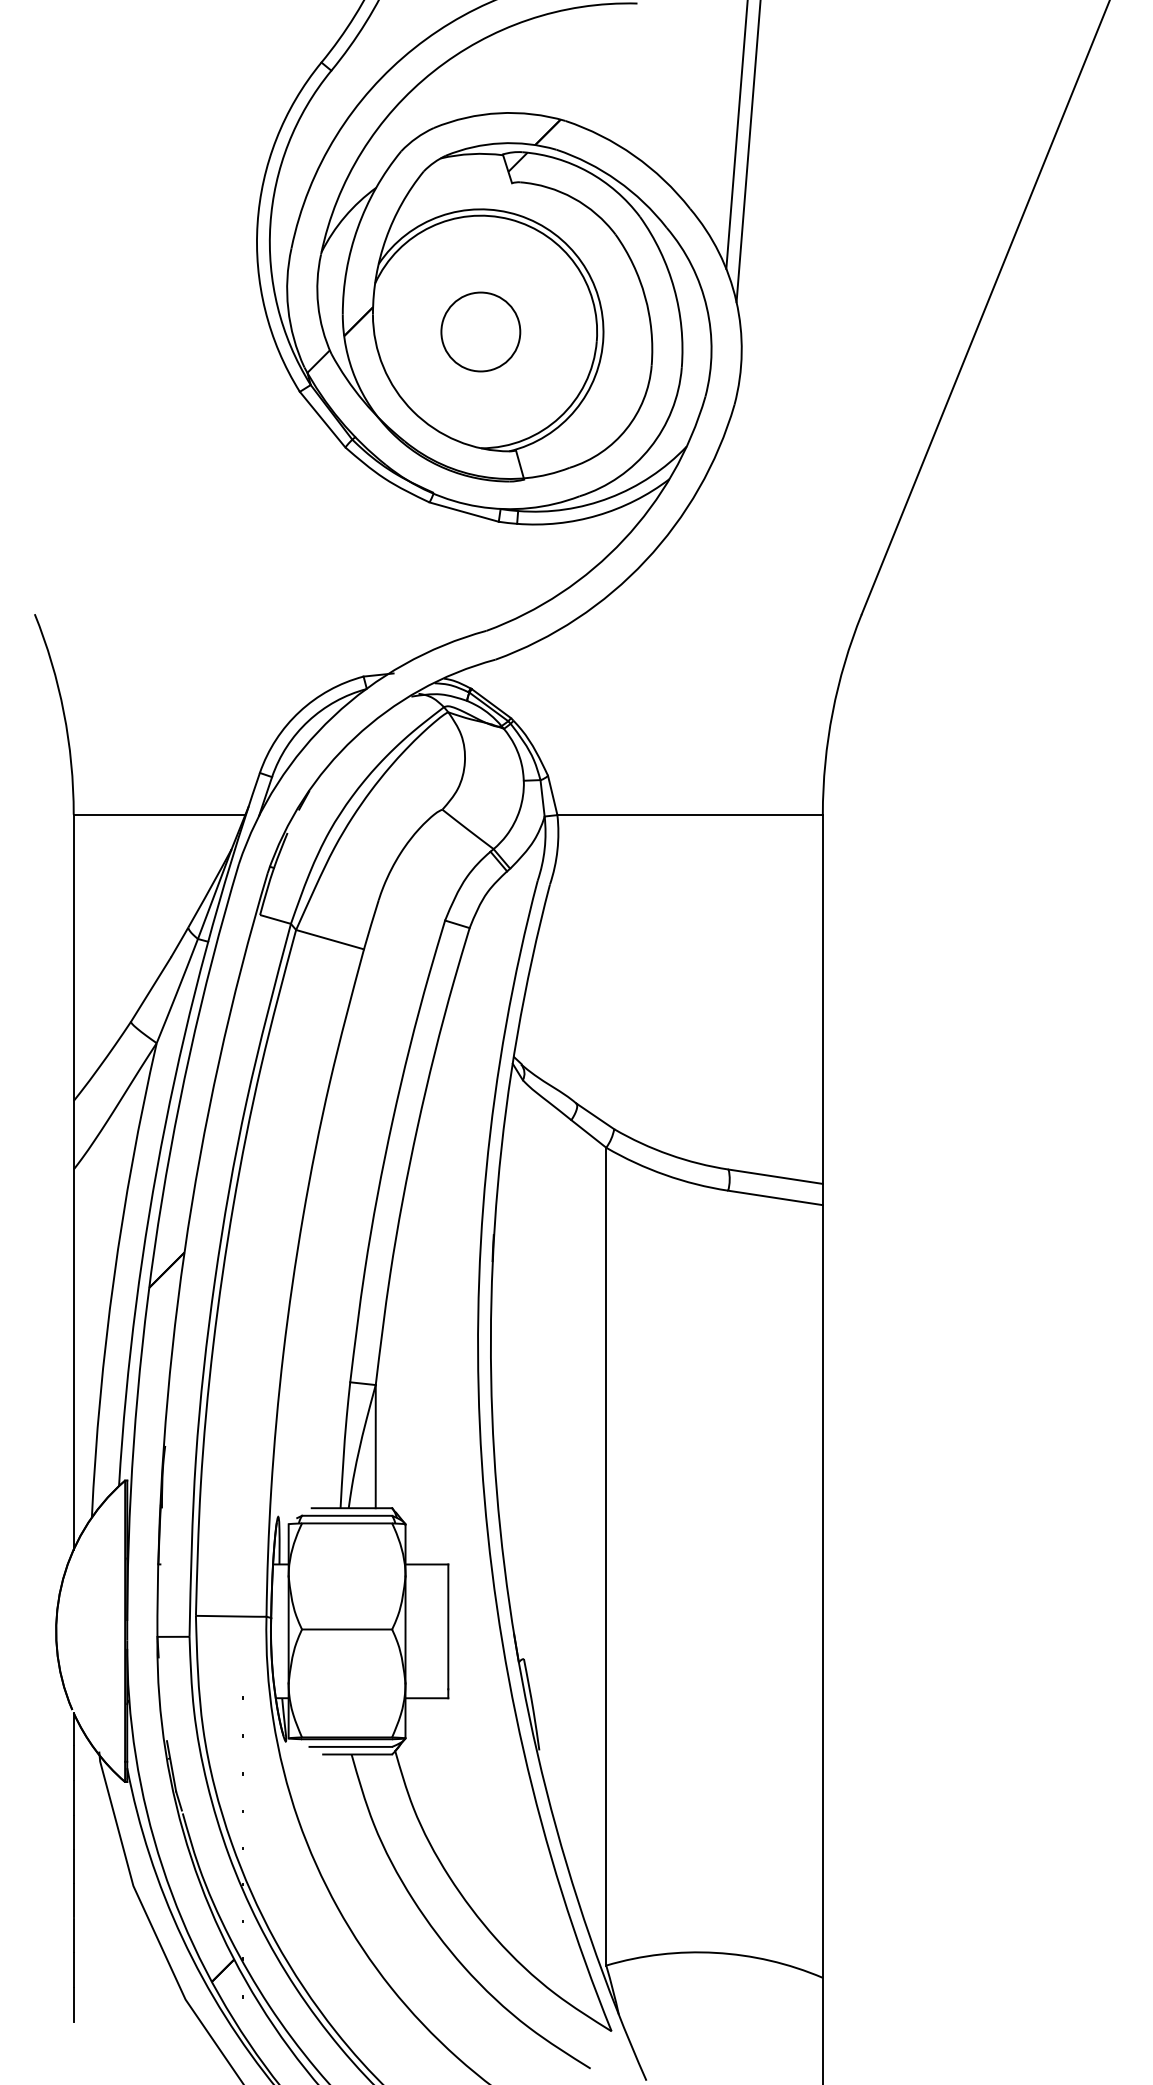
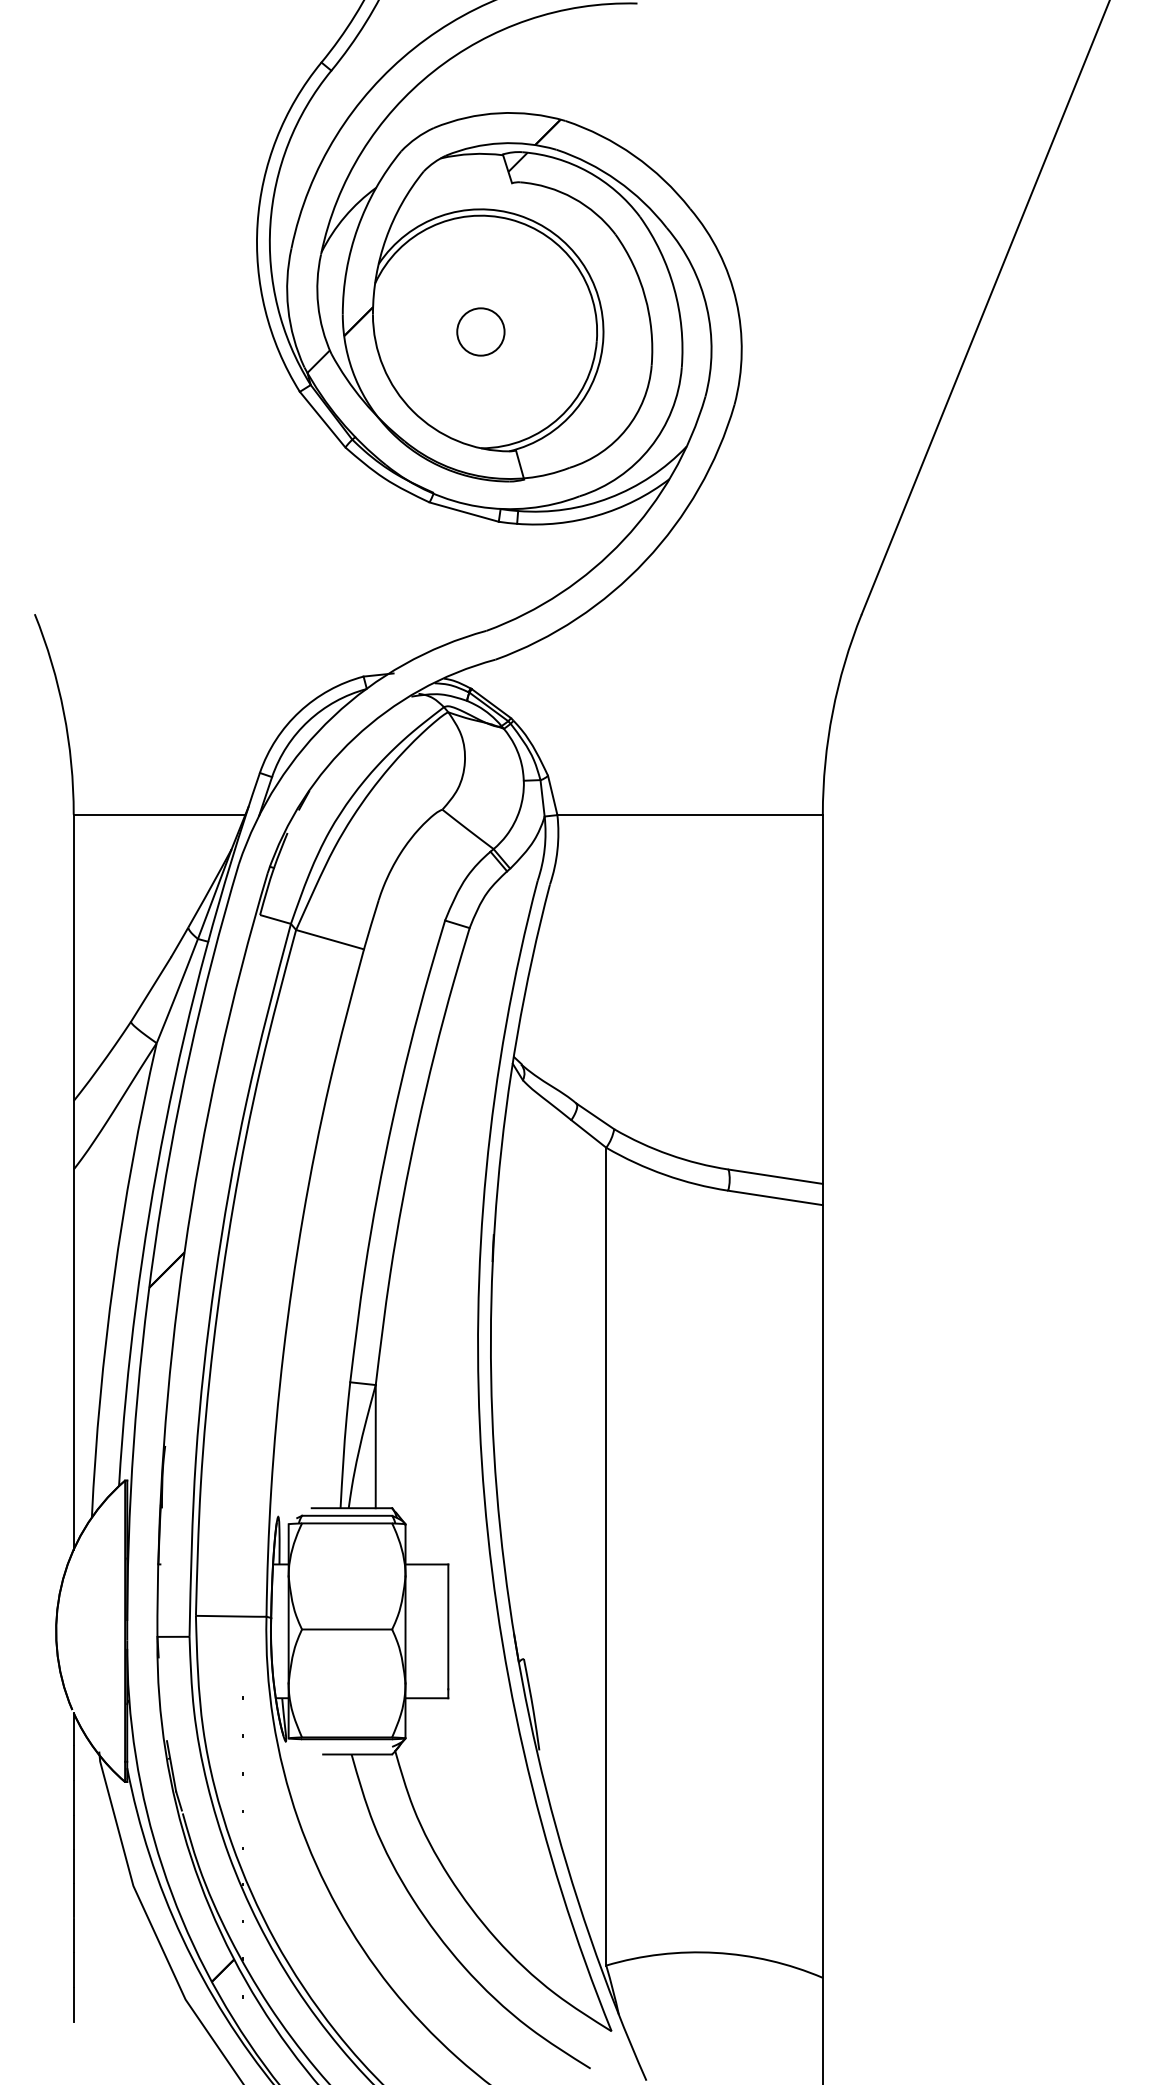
line at (736, 135): present -> none
line at (748, 152): present -> none
circle at (480, 331) size: 82x82 px -> 50x50 px
line at (350, 1746): present -> none
